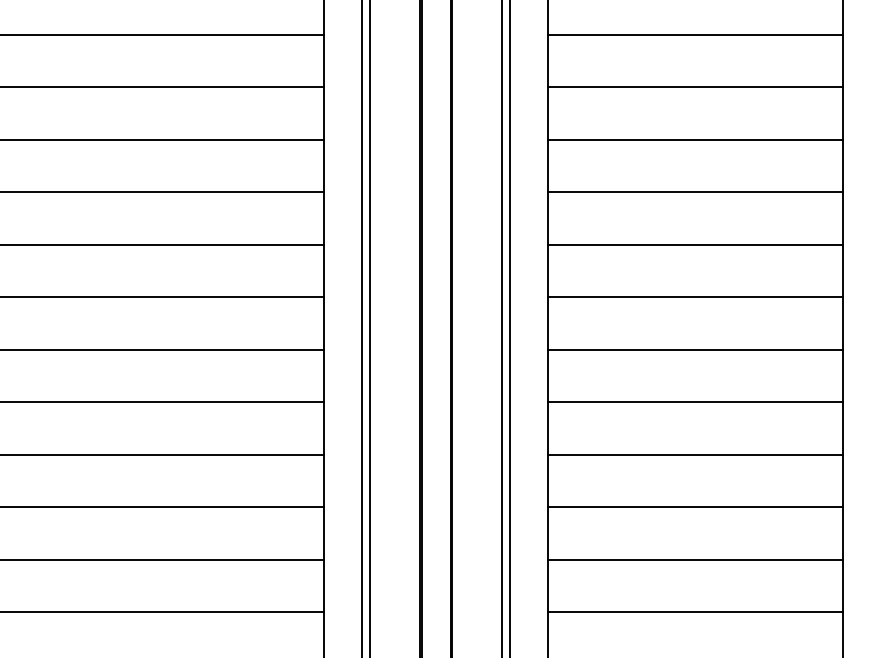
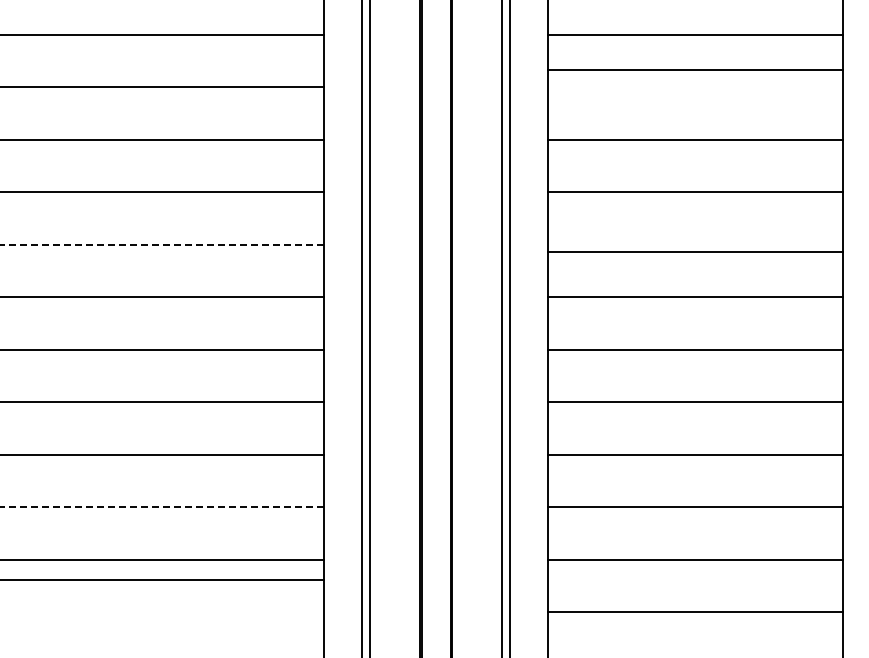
line at (695, 87) position: (695, 87) -> (695, 70)
line at (161, 244): solid -> dashed
line at (695, 244) position: (695, 244) -> (695, 251)
line at (161, 507): solid -> dashed
line at (162, 612) position: (162, 612) -> (162, 580)
